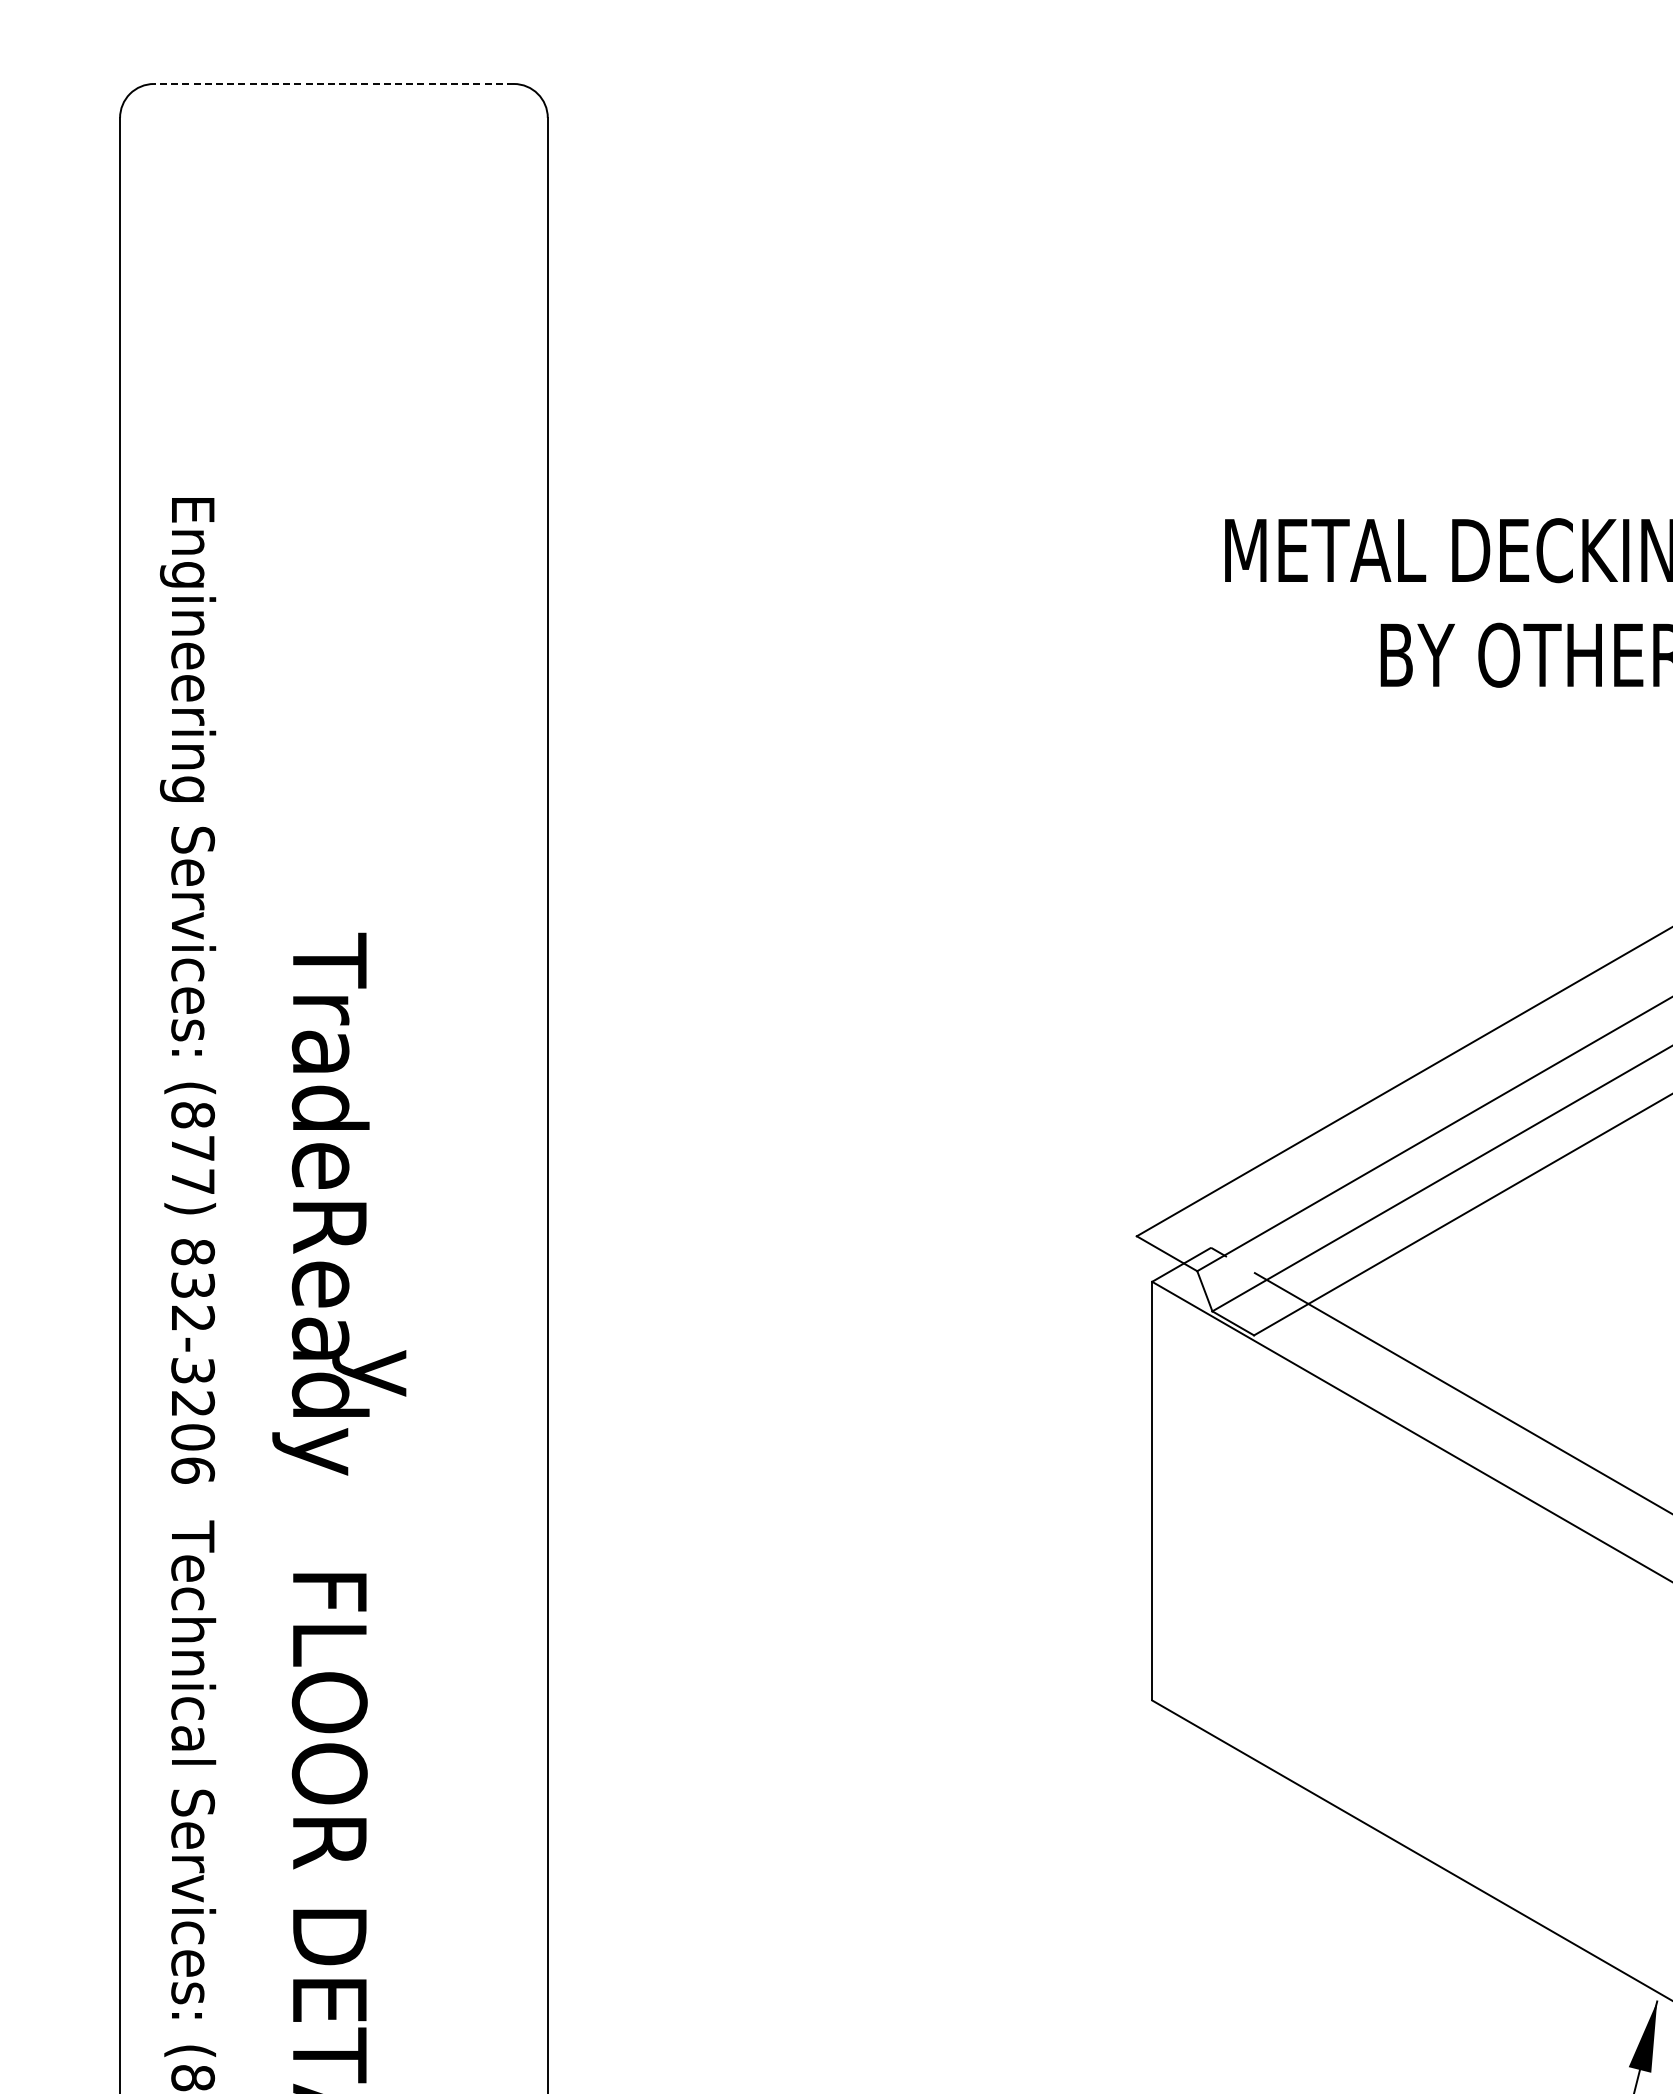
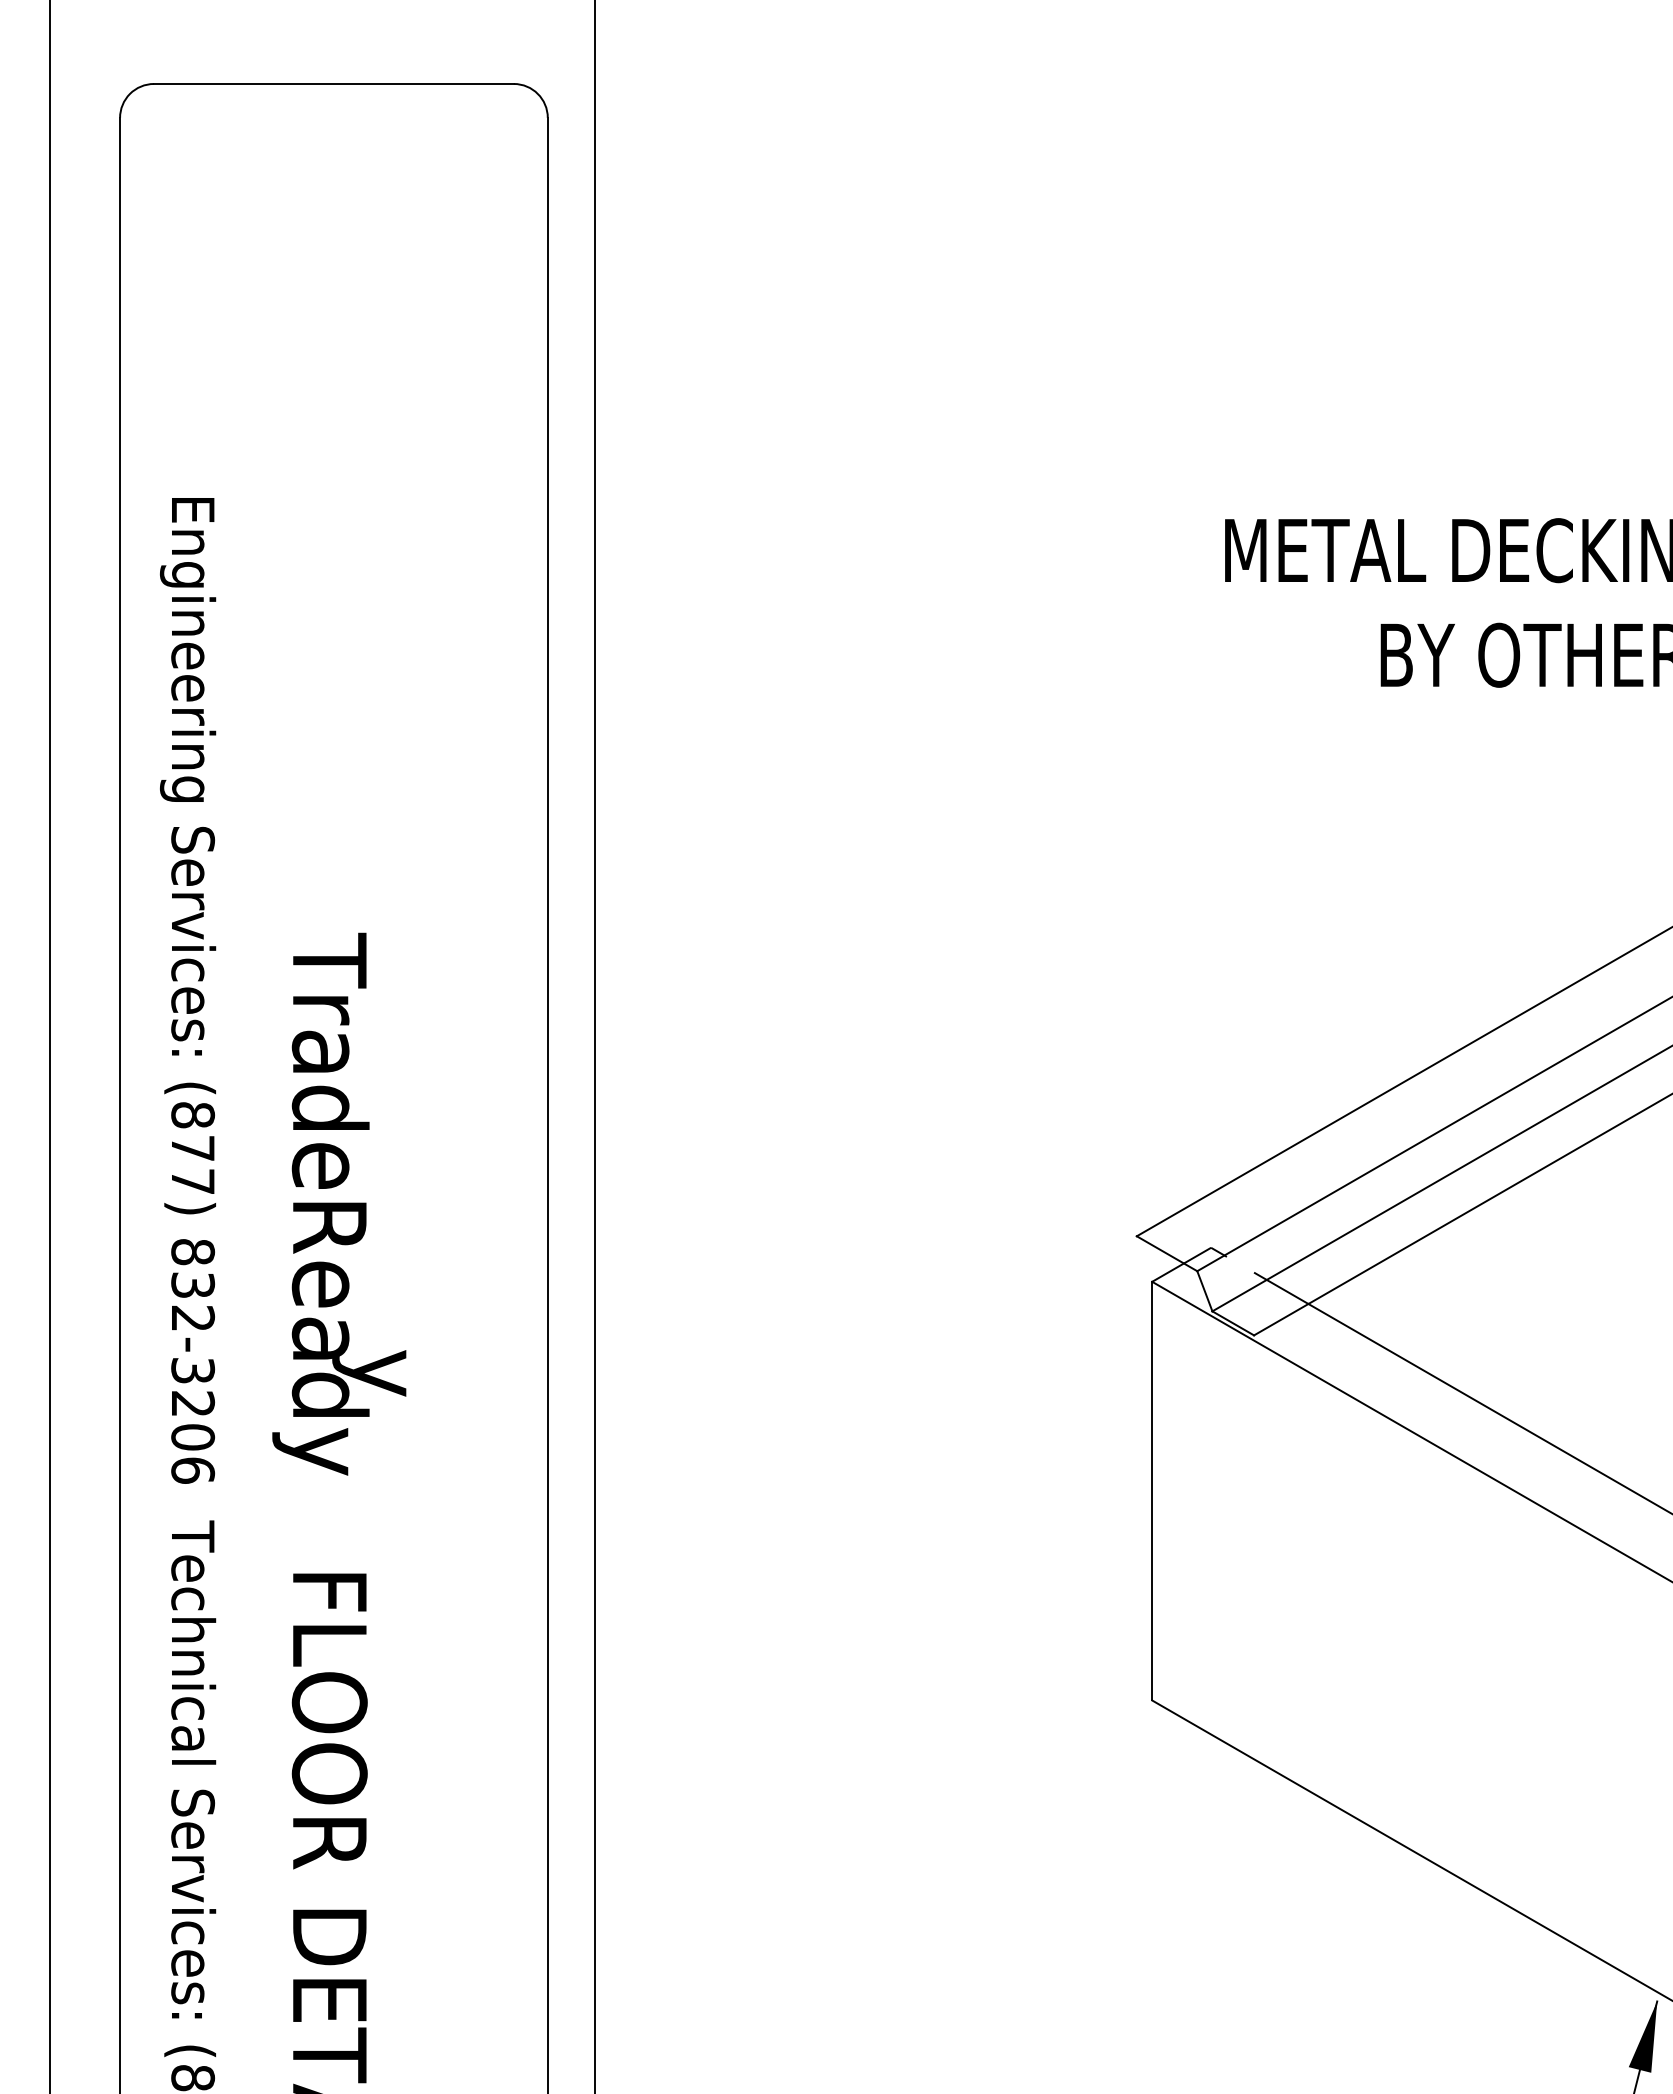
line at (333, 84): dashed -> solid
line at (50, 1046): none -> present
line at (594, 1046): none -> present
